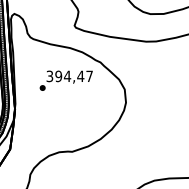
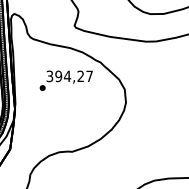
text at (80, 75): 394,47 -> 394,27
